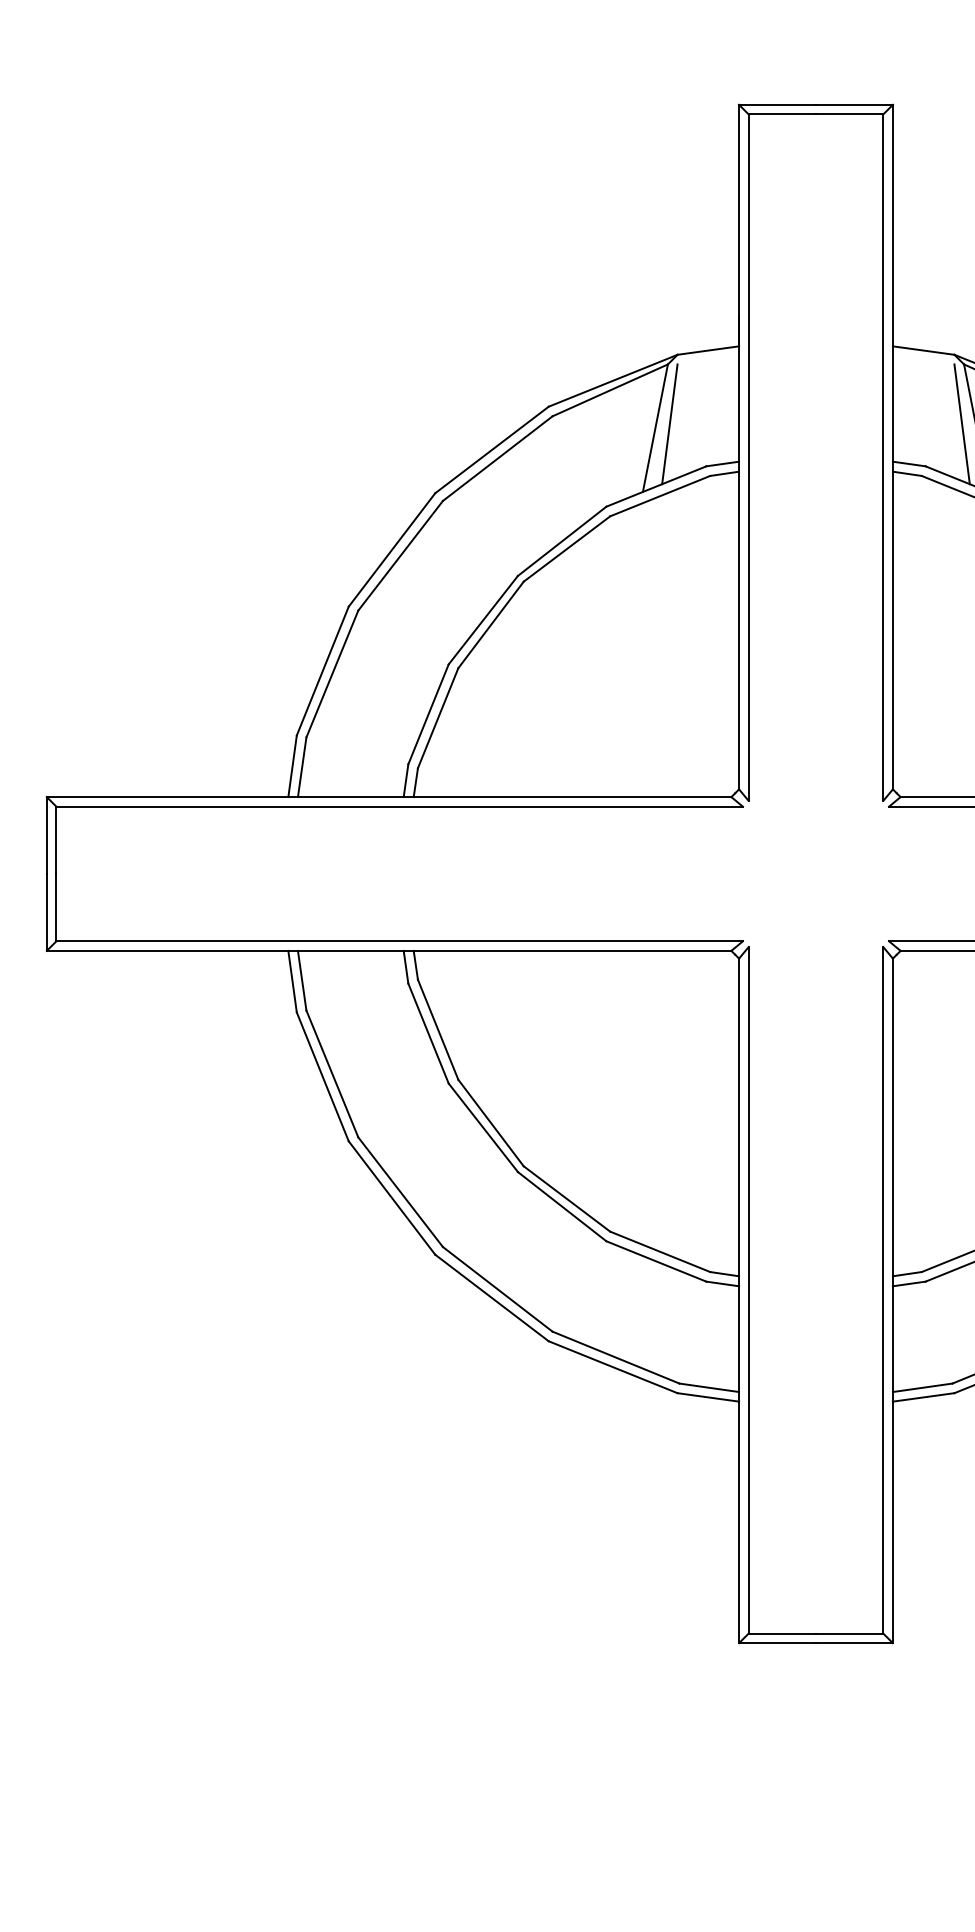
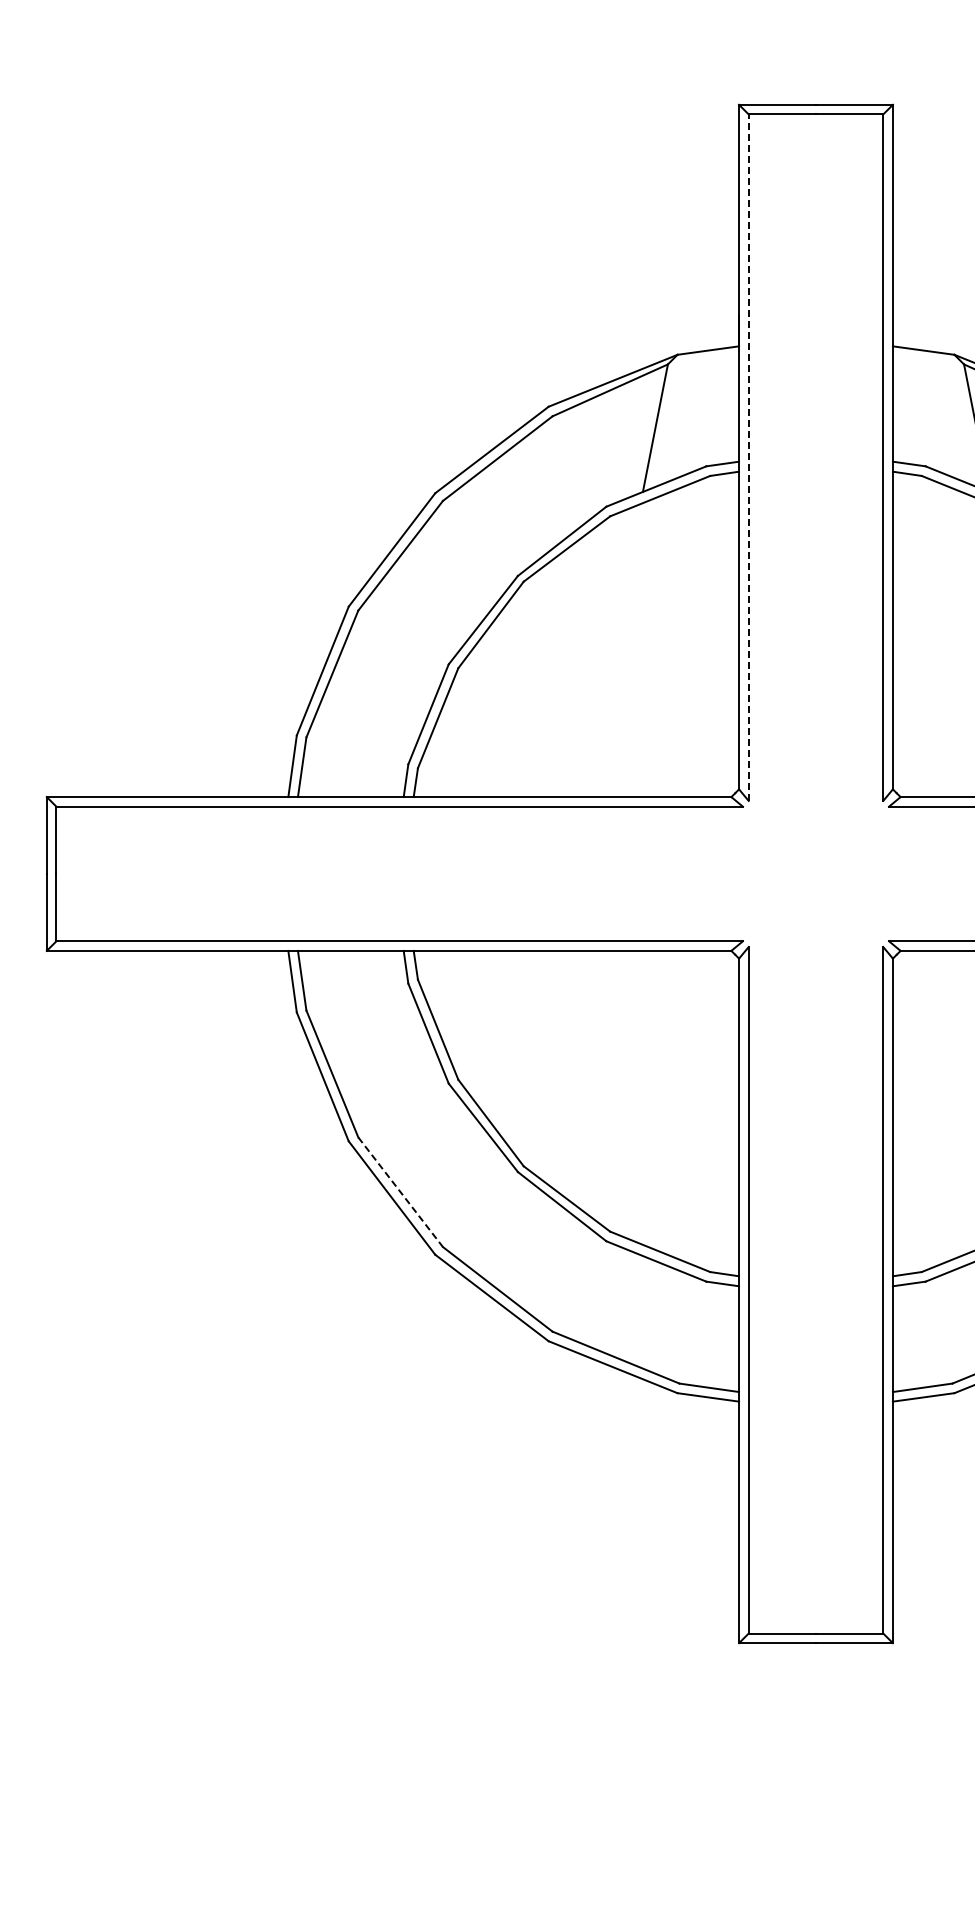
line at (669, 424): present -> none
line at (961, 424): present -> none
line at (748, 457): solid -> dashed
line at (400, 1192): solid -> dashed
